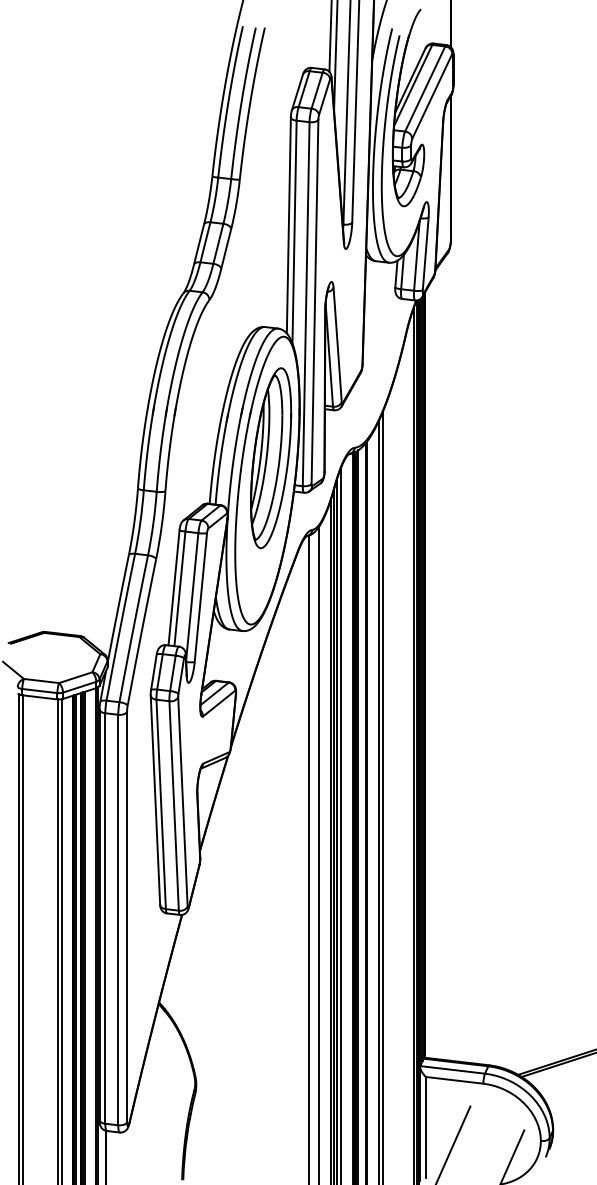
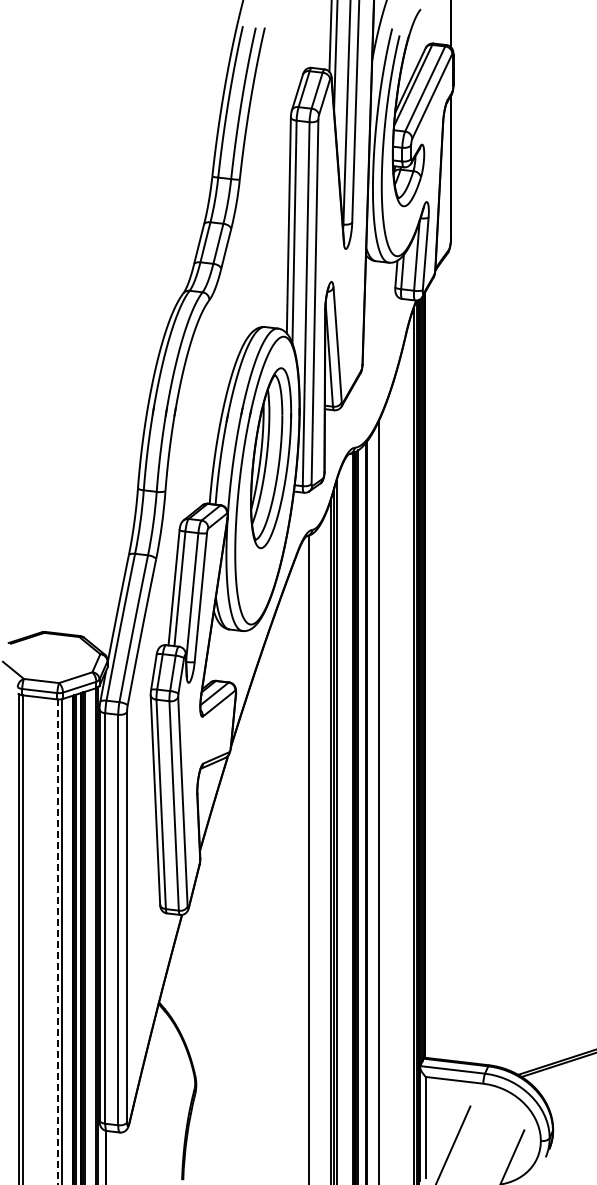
line at (383, 795): present -> none
line at (340, 824): present -> none
line at (319, 853): present -> none
line at (57, 942): solid -> dashed
